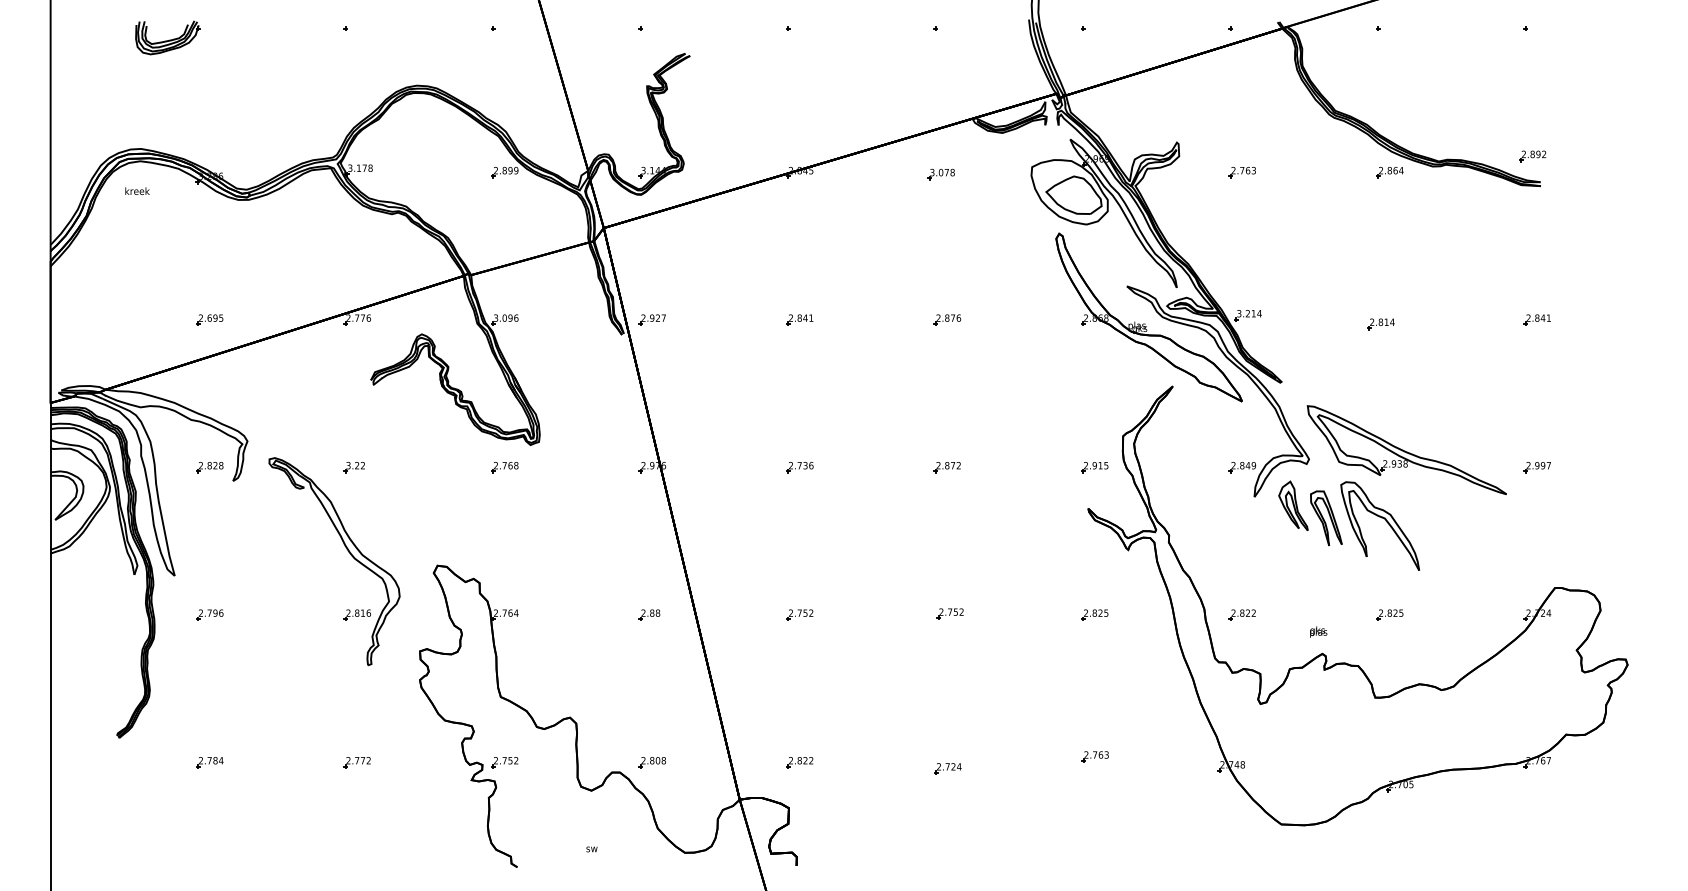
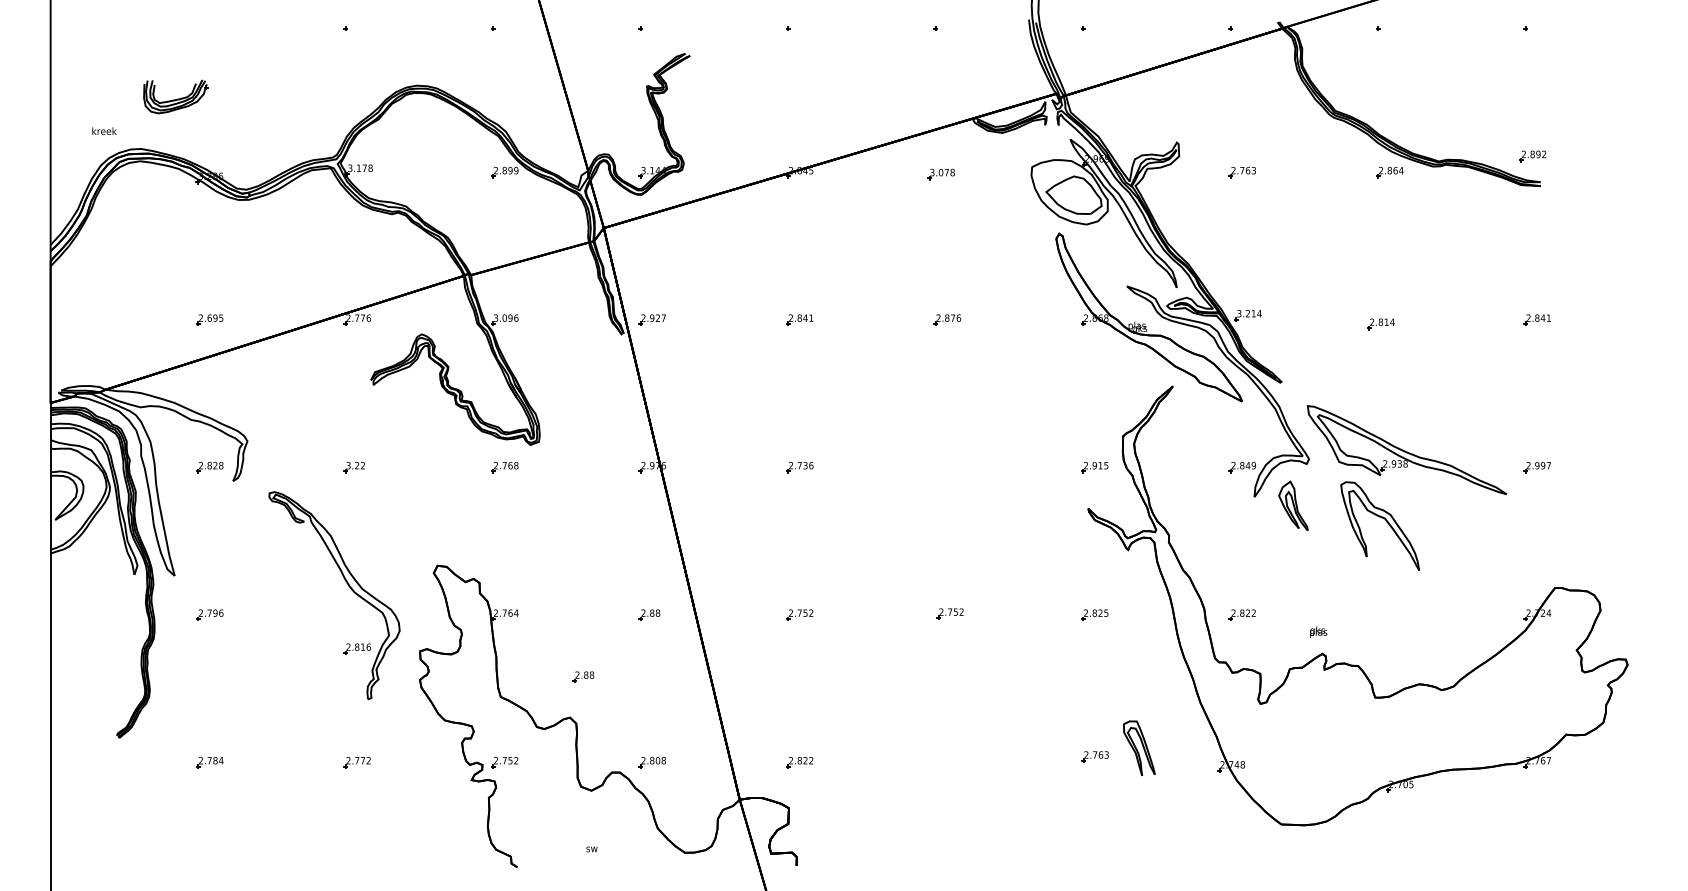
part at (167, 37) position: (167, 37) -> (175, 96)
text at (137, 190) position: (137, 190) -> (104, 130)
part at (946, 467): present -> none
part at (1326, 518) position: (1326, 518) -> (1139, 748)
part at (348, 552) position: (348, 552) -> (348, 586)
part at (1389, 614): present -> none
part at (583, 676): none -> present
part at (947, 768): present -> none
